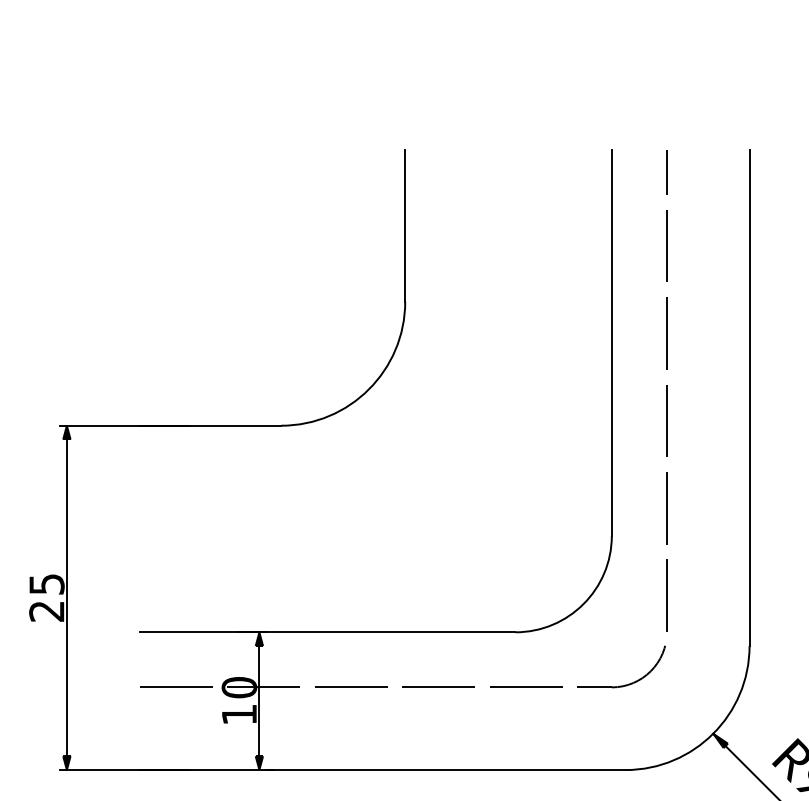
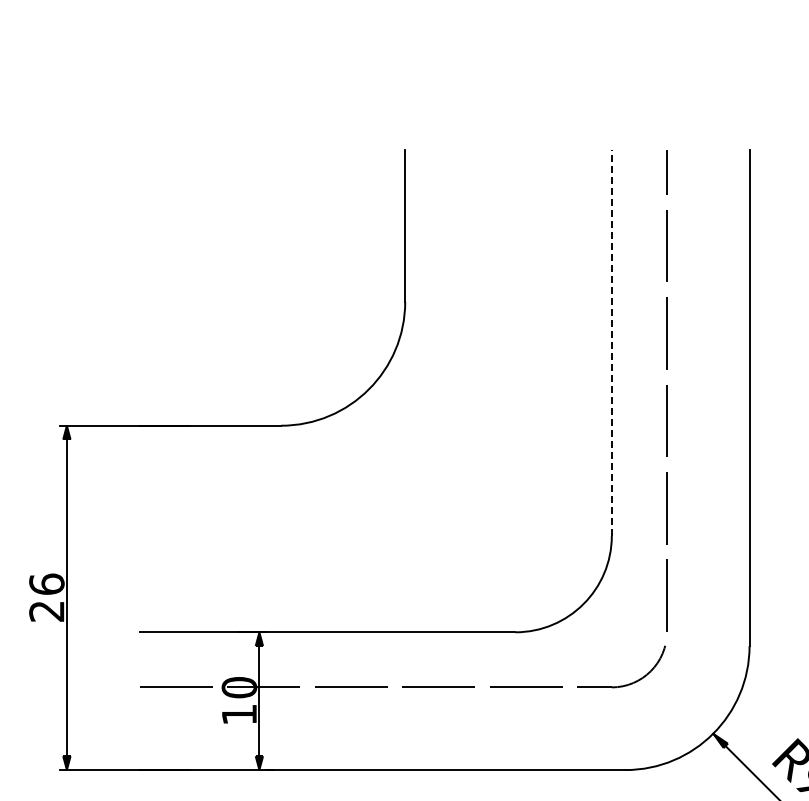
line at (611, 342): solid -> dashed
text at (46, 583): 25 -> 26
